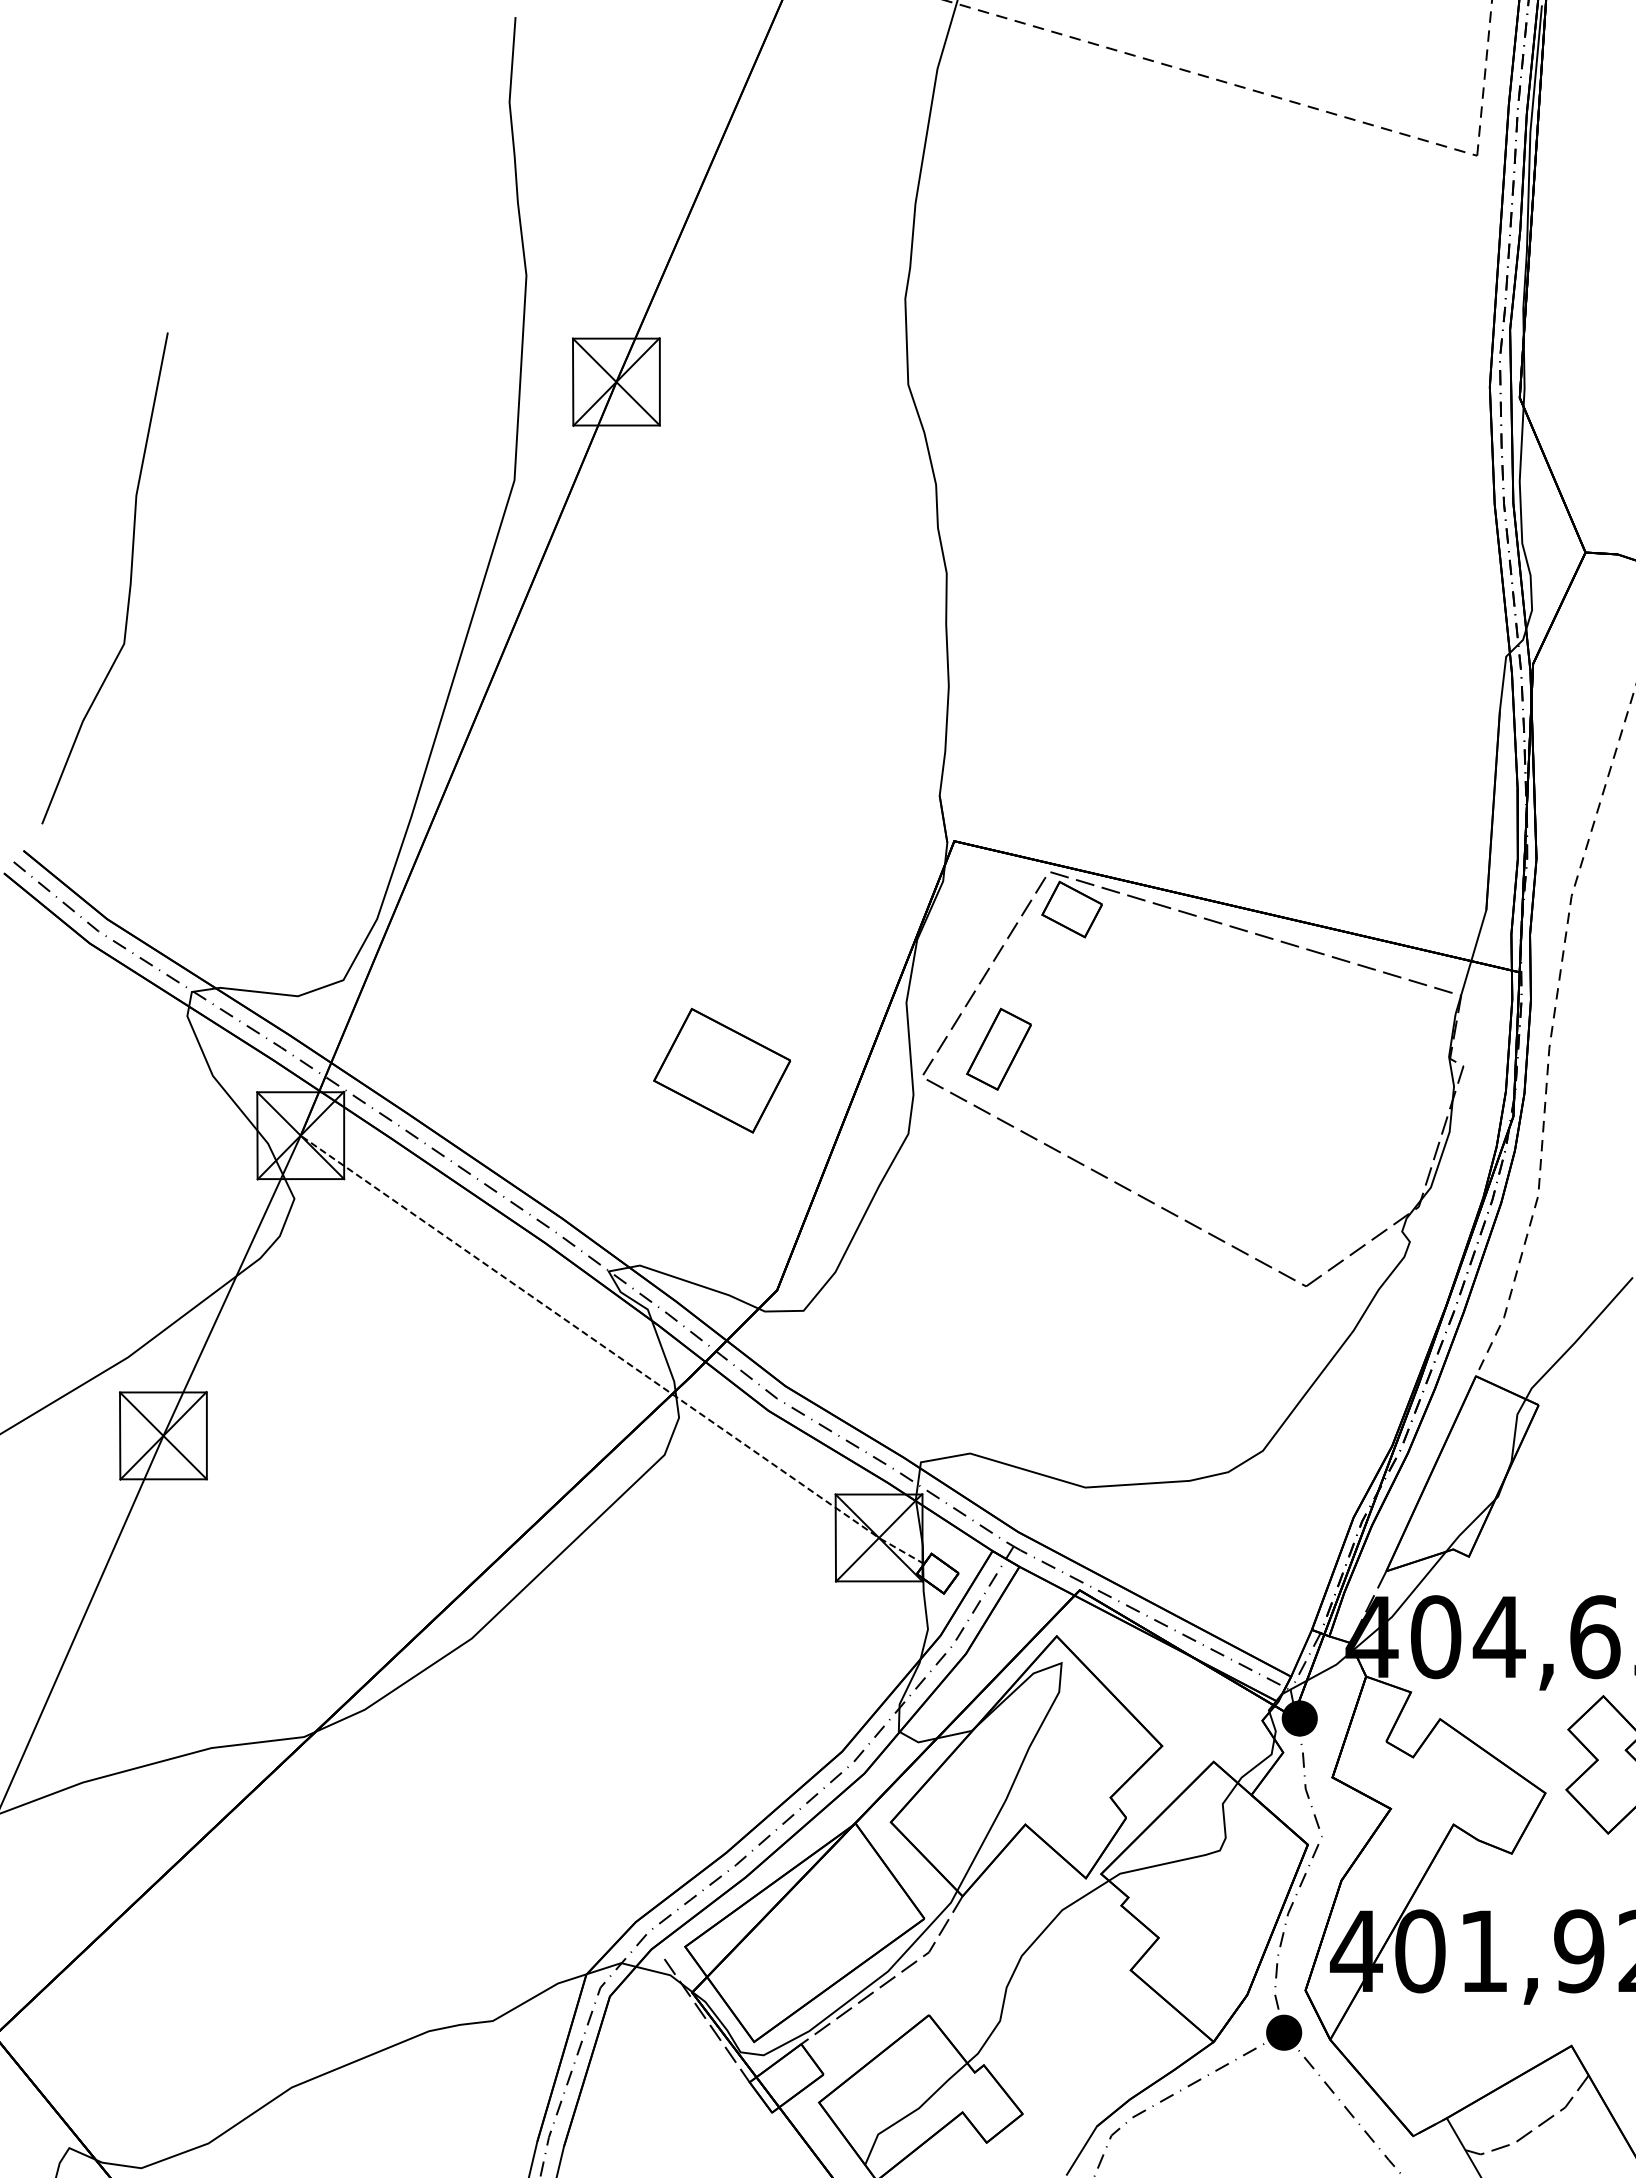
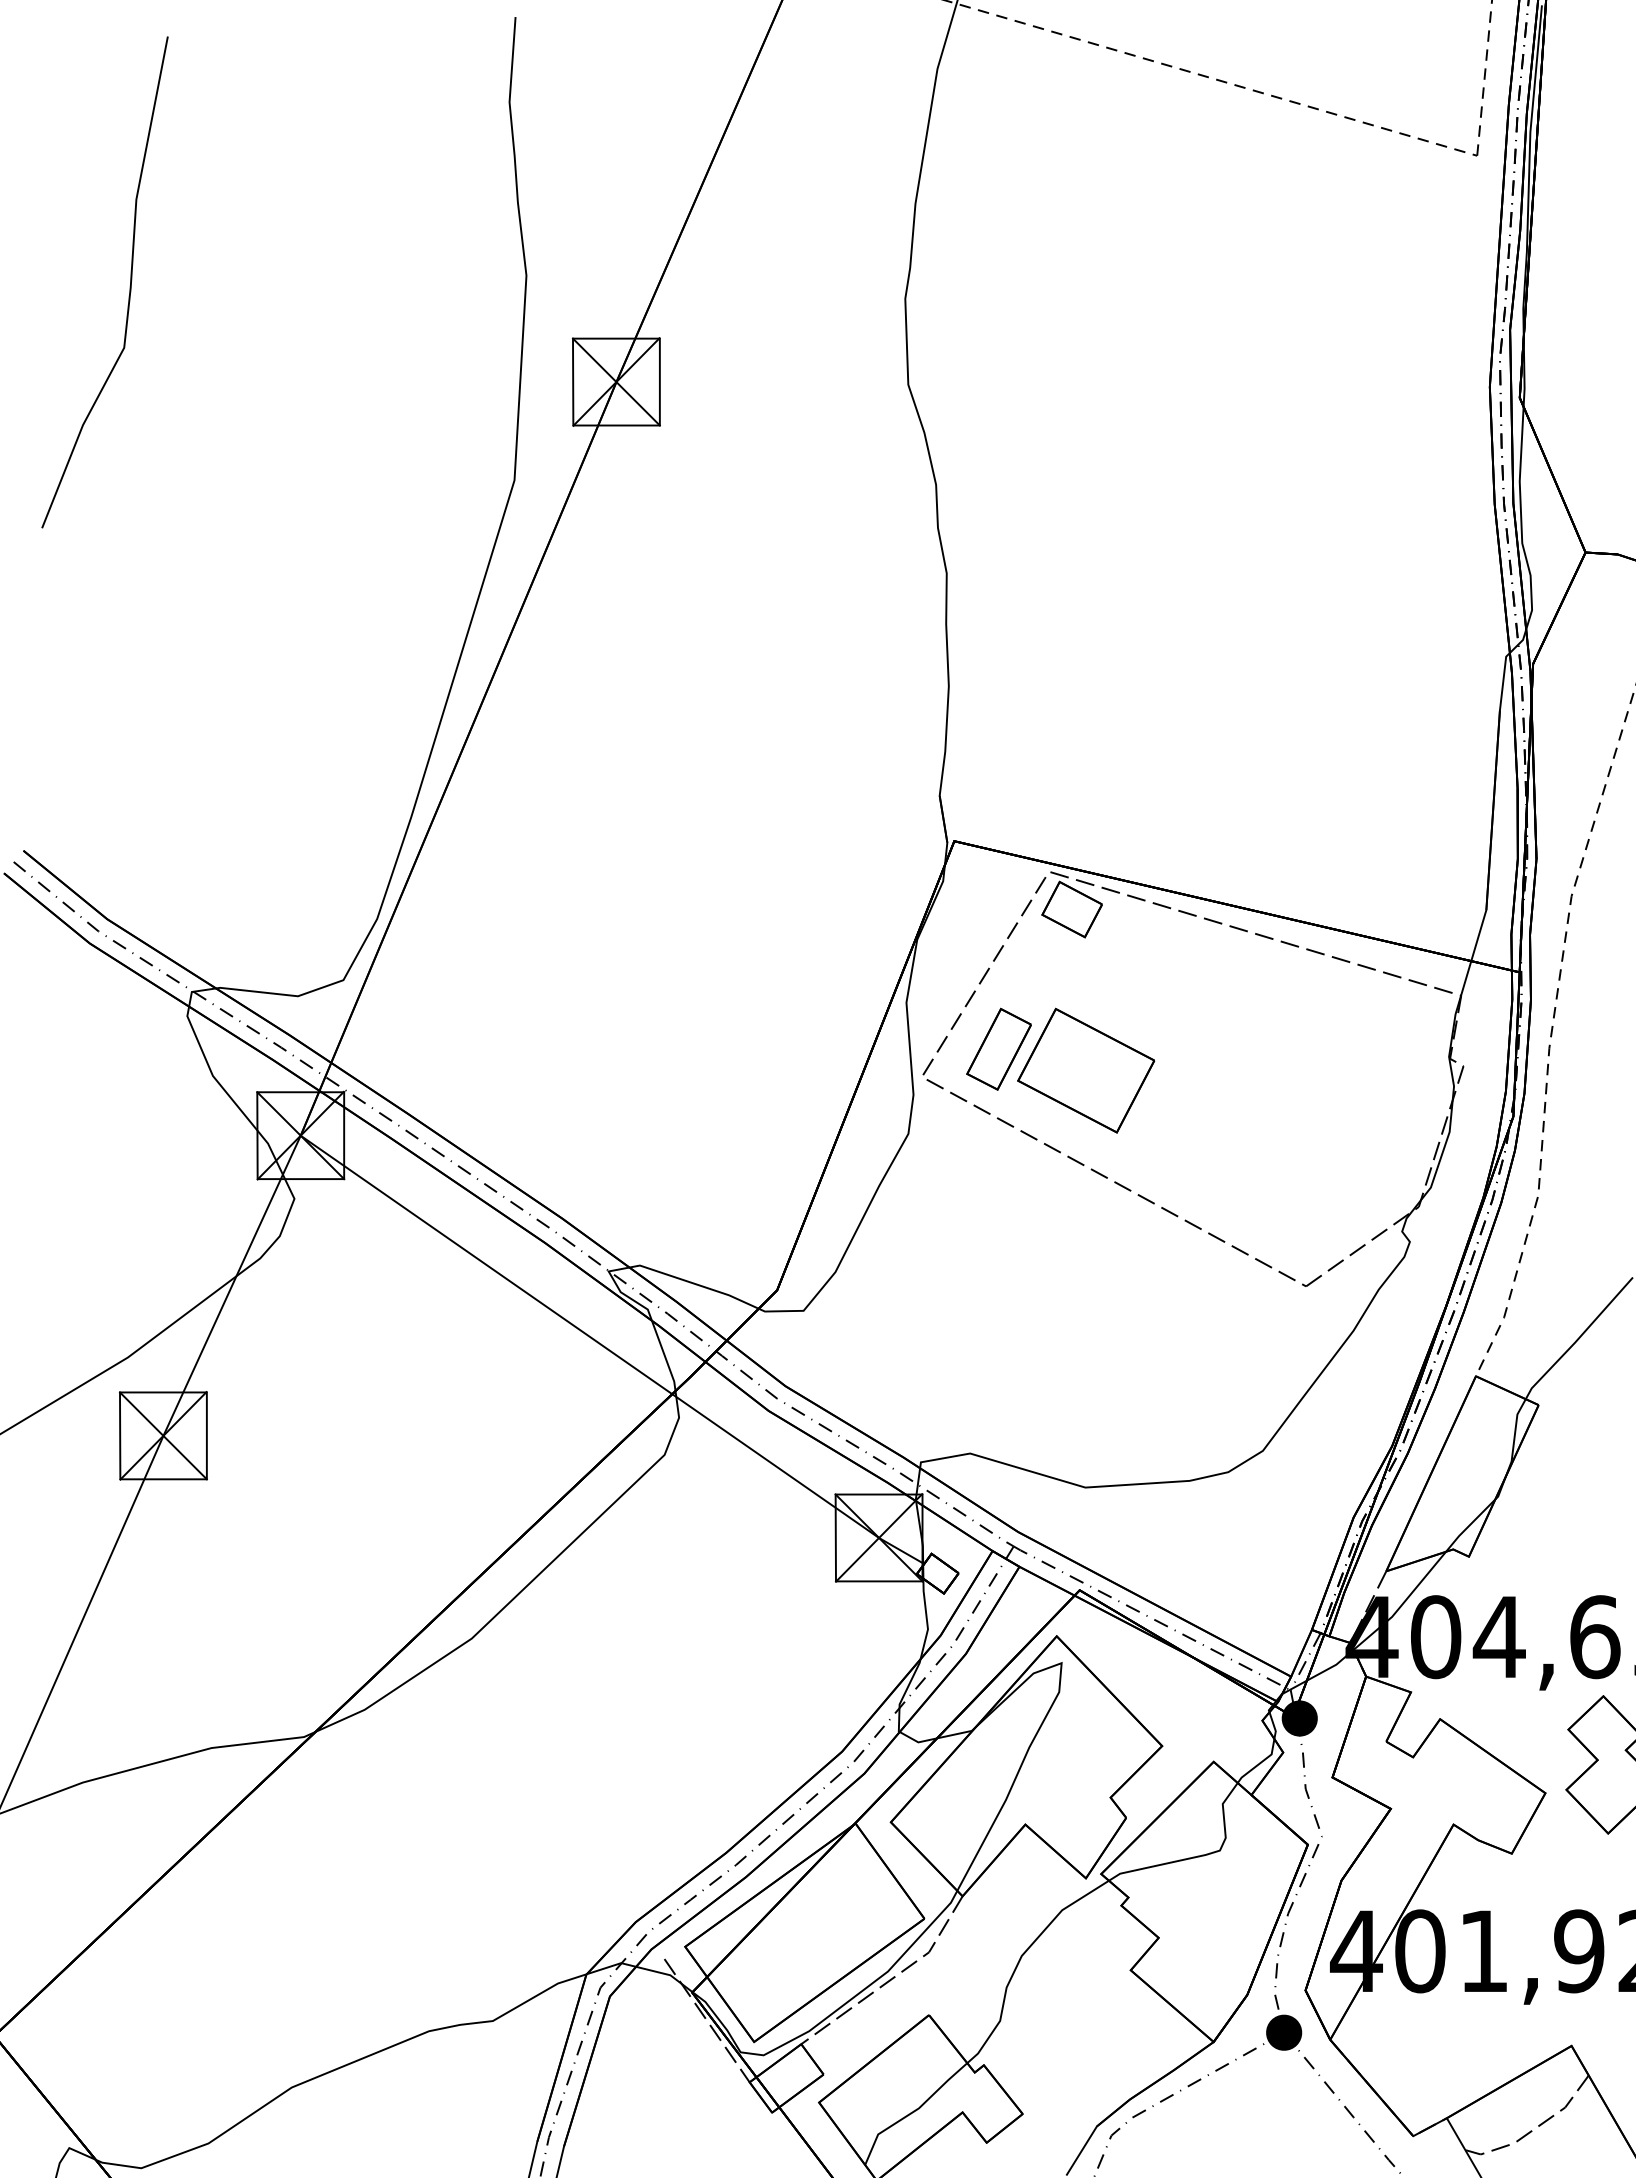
curve at (129, 582) position: (129, 582) -> (129, 286)
part at (722, 1070) position: (722, 1070) -> (1086, 1070)
line at (611, 1351): dashed -> solid
